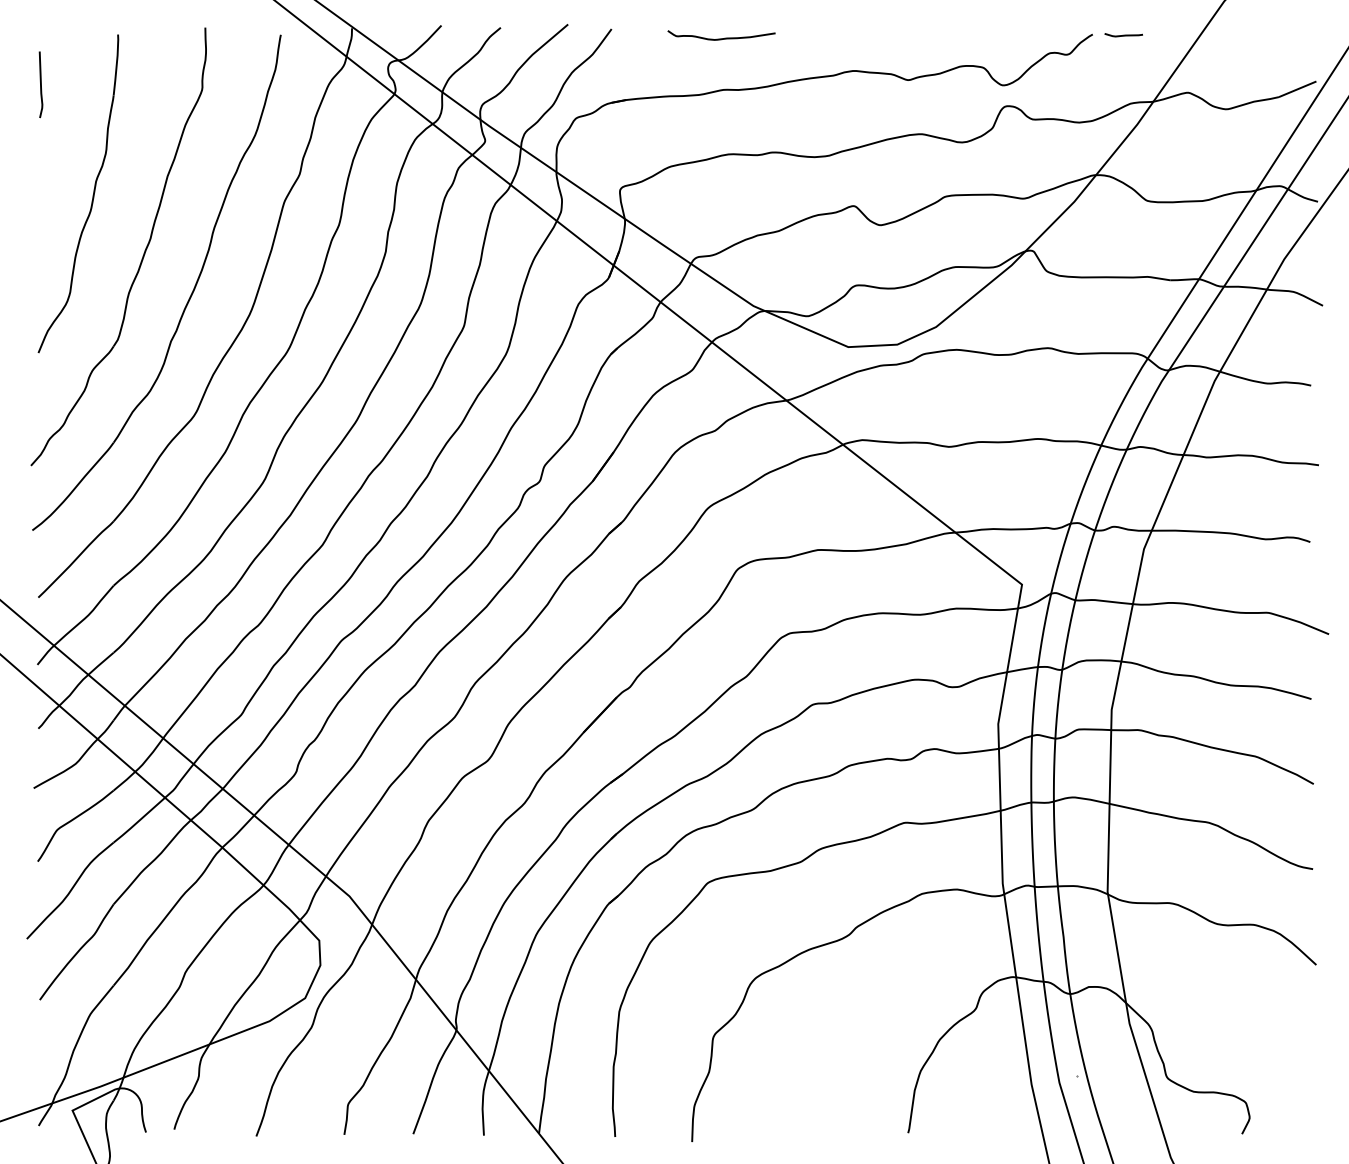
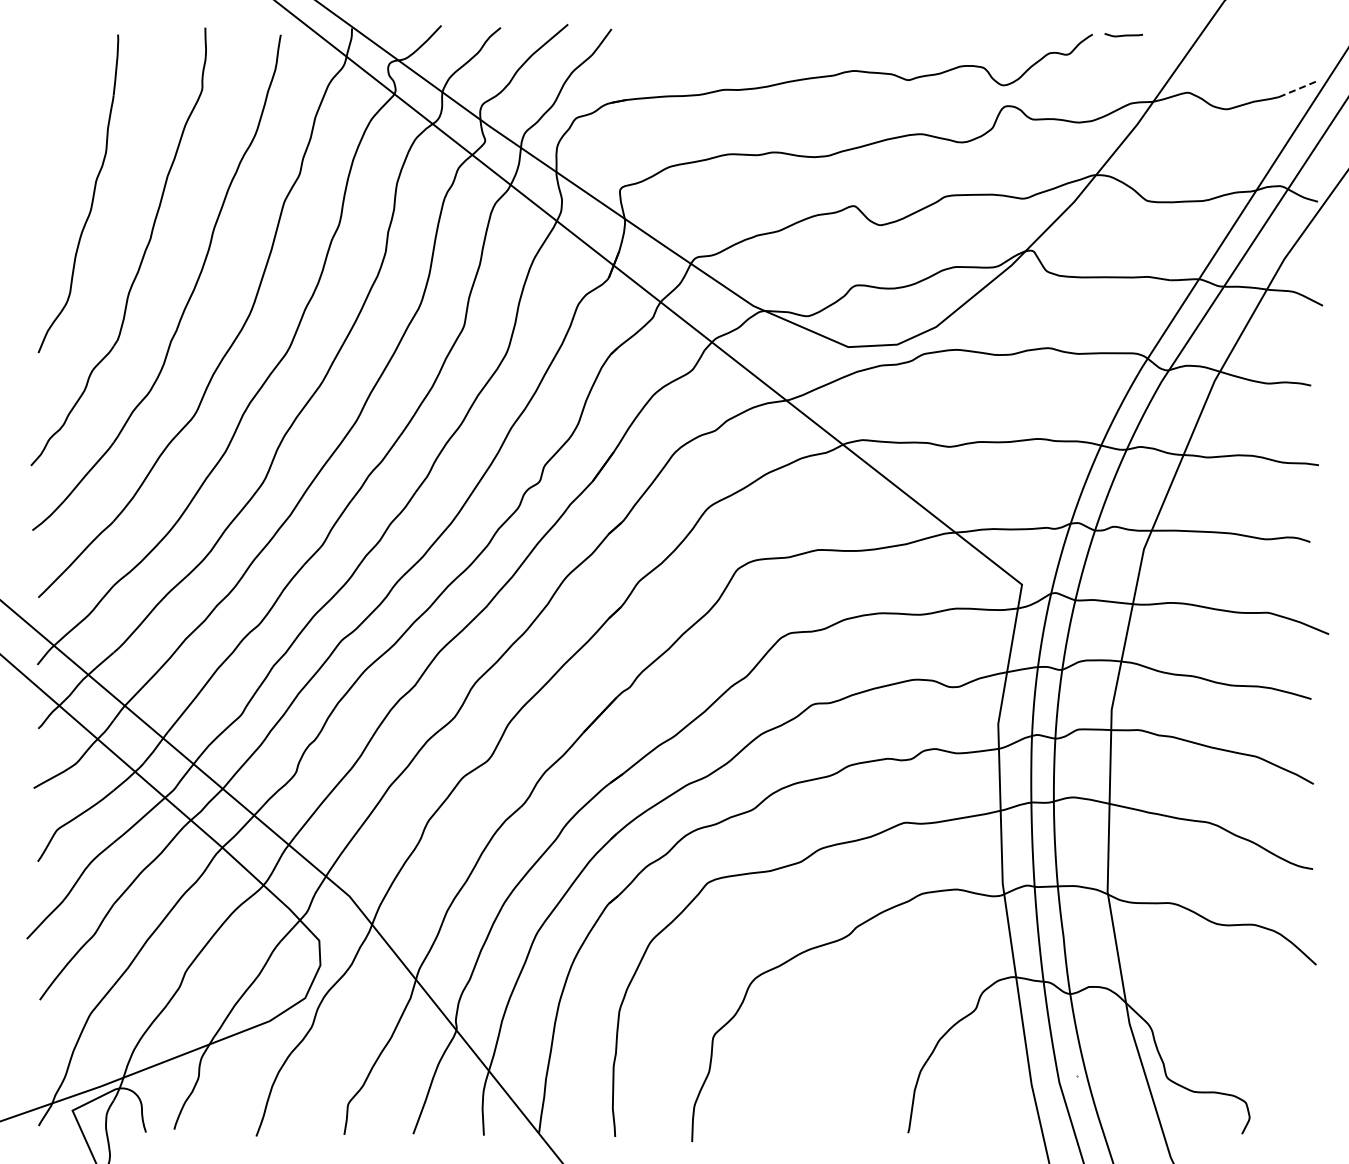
curve at (721, 38): present -> none
line at (40, 84): present -> none
line at (1298, 89): solid -> dashed
